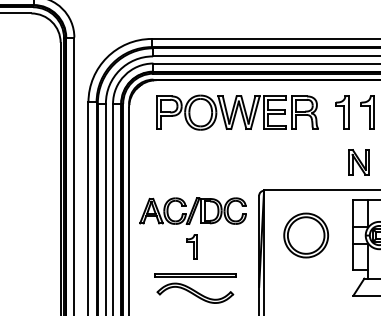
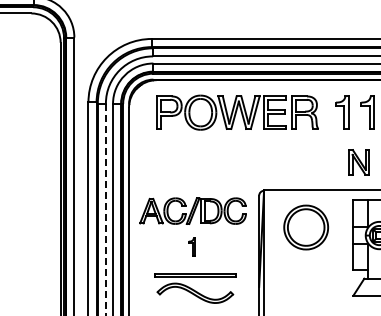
line at (105, 209): solid -> dashed
part at (306, 235) position: (306, 235) -> (306, 227)
part at (191, 246) size: 12x26 px -> 8x20 px
